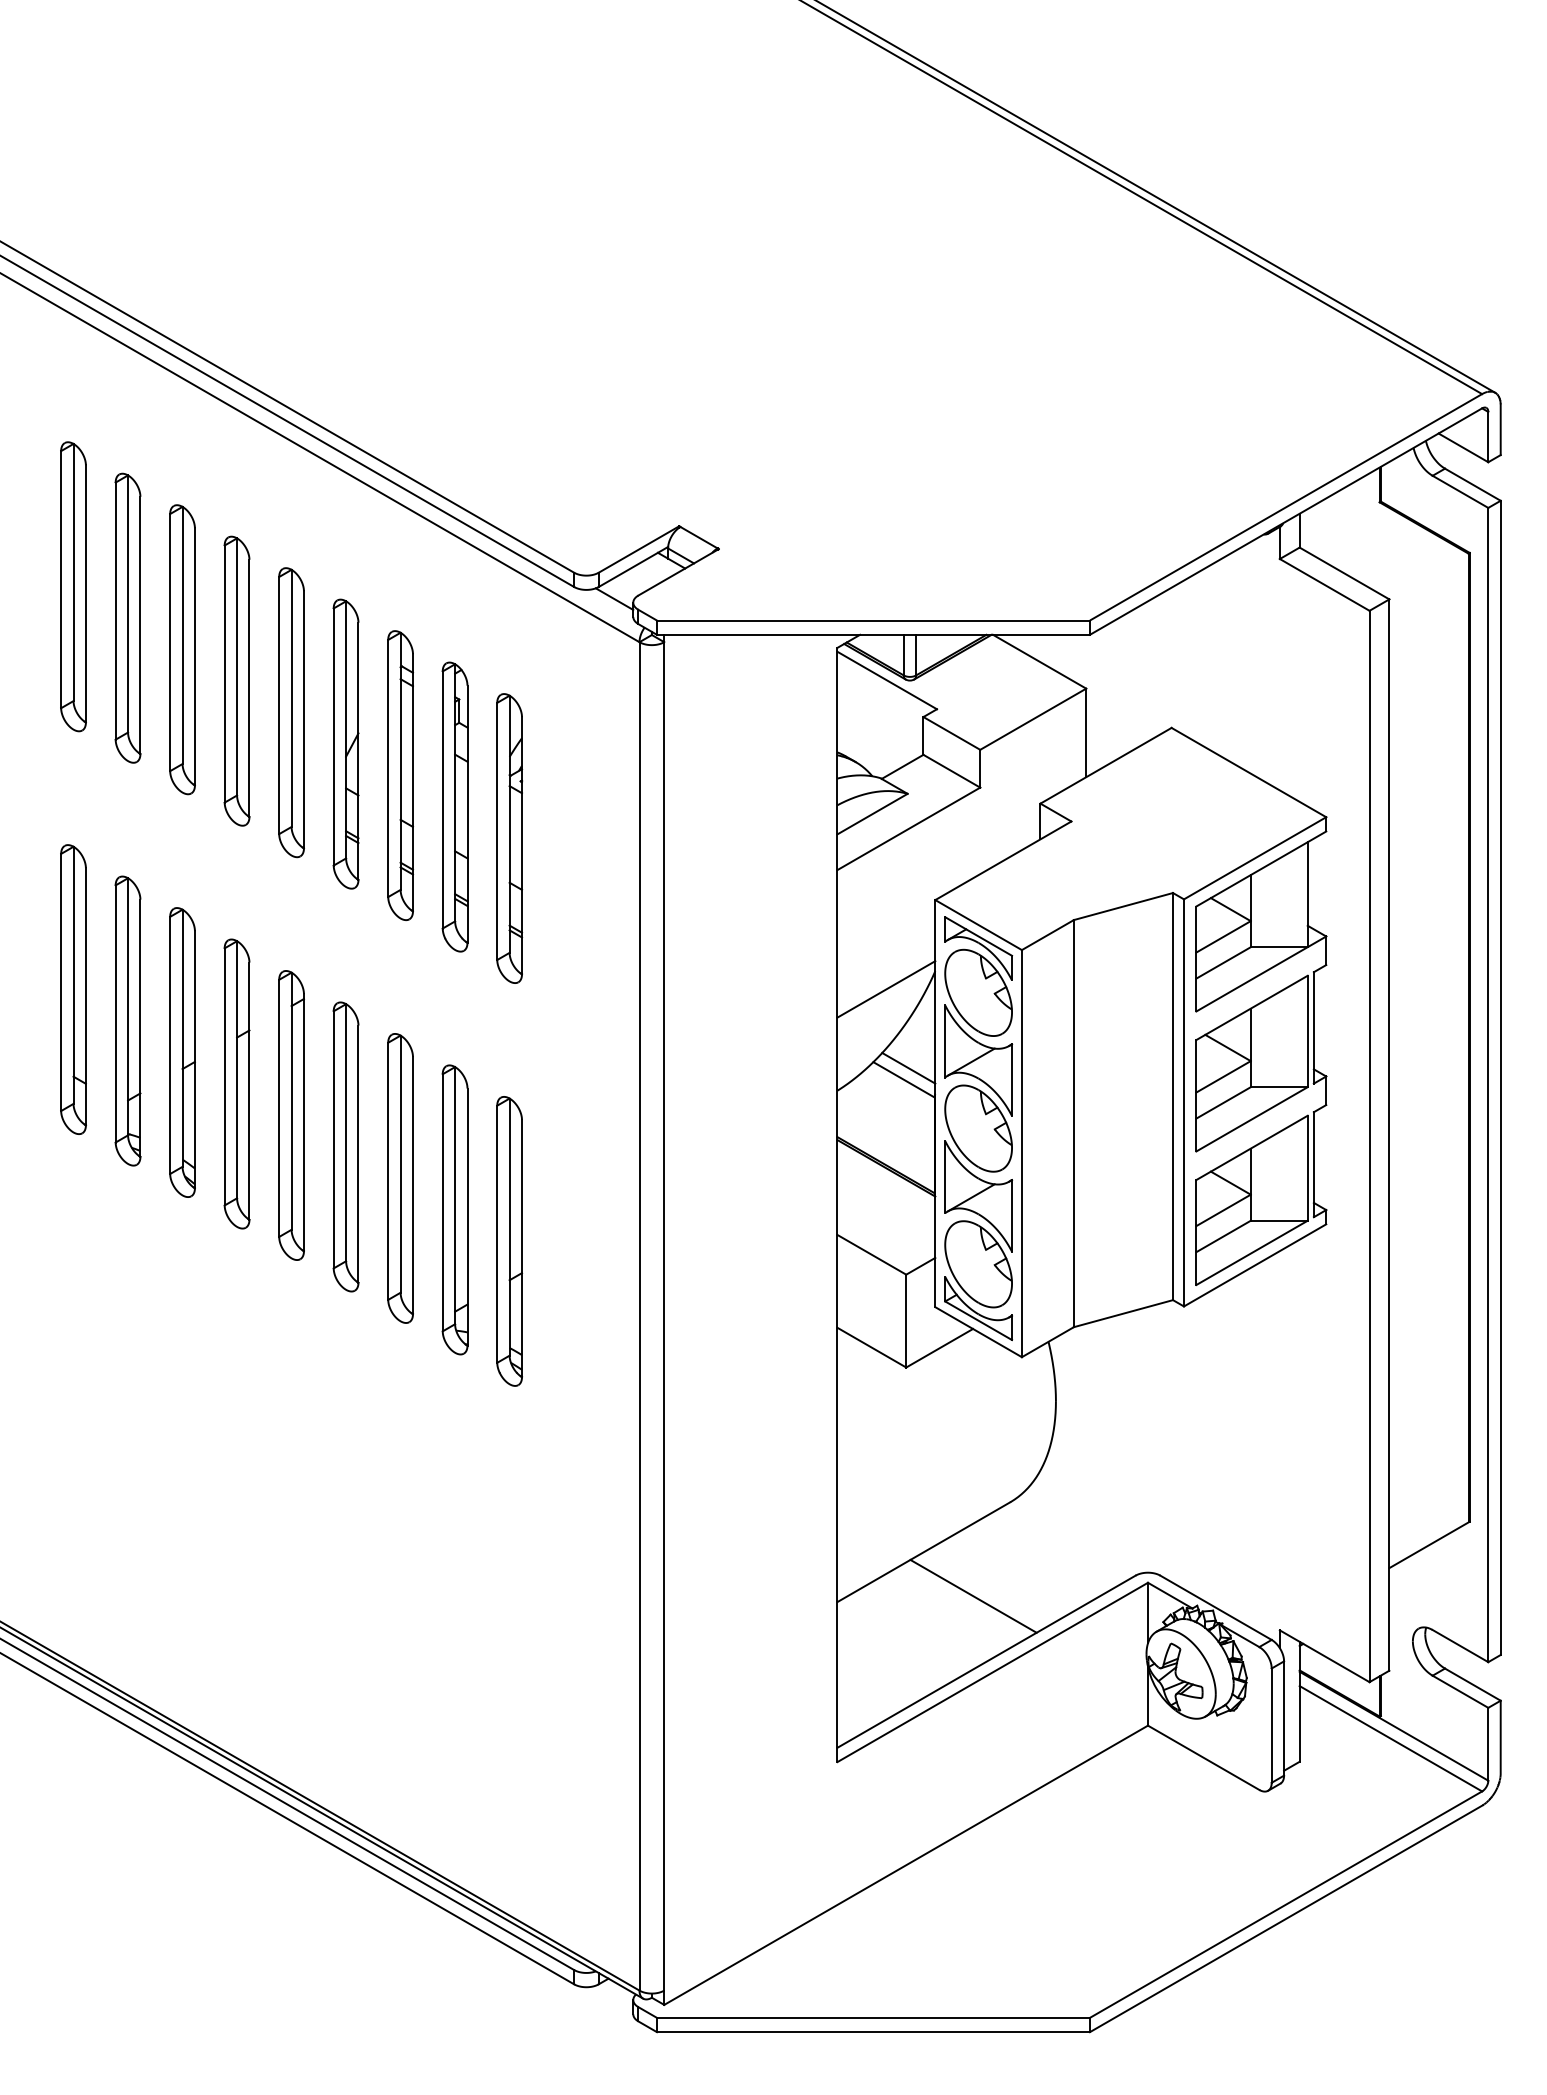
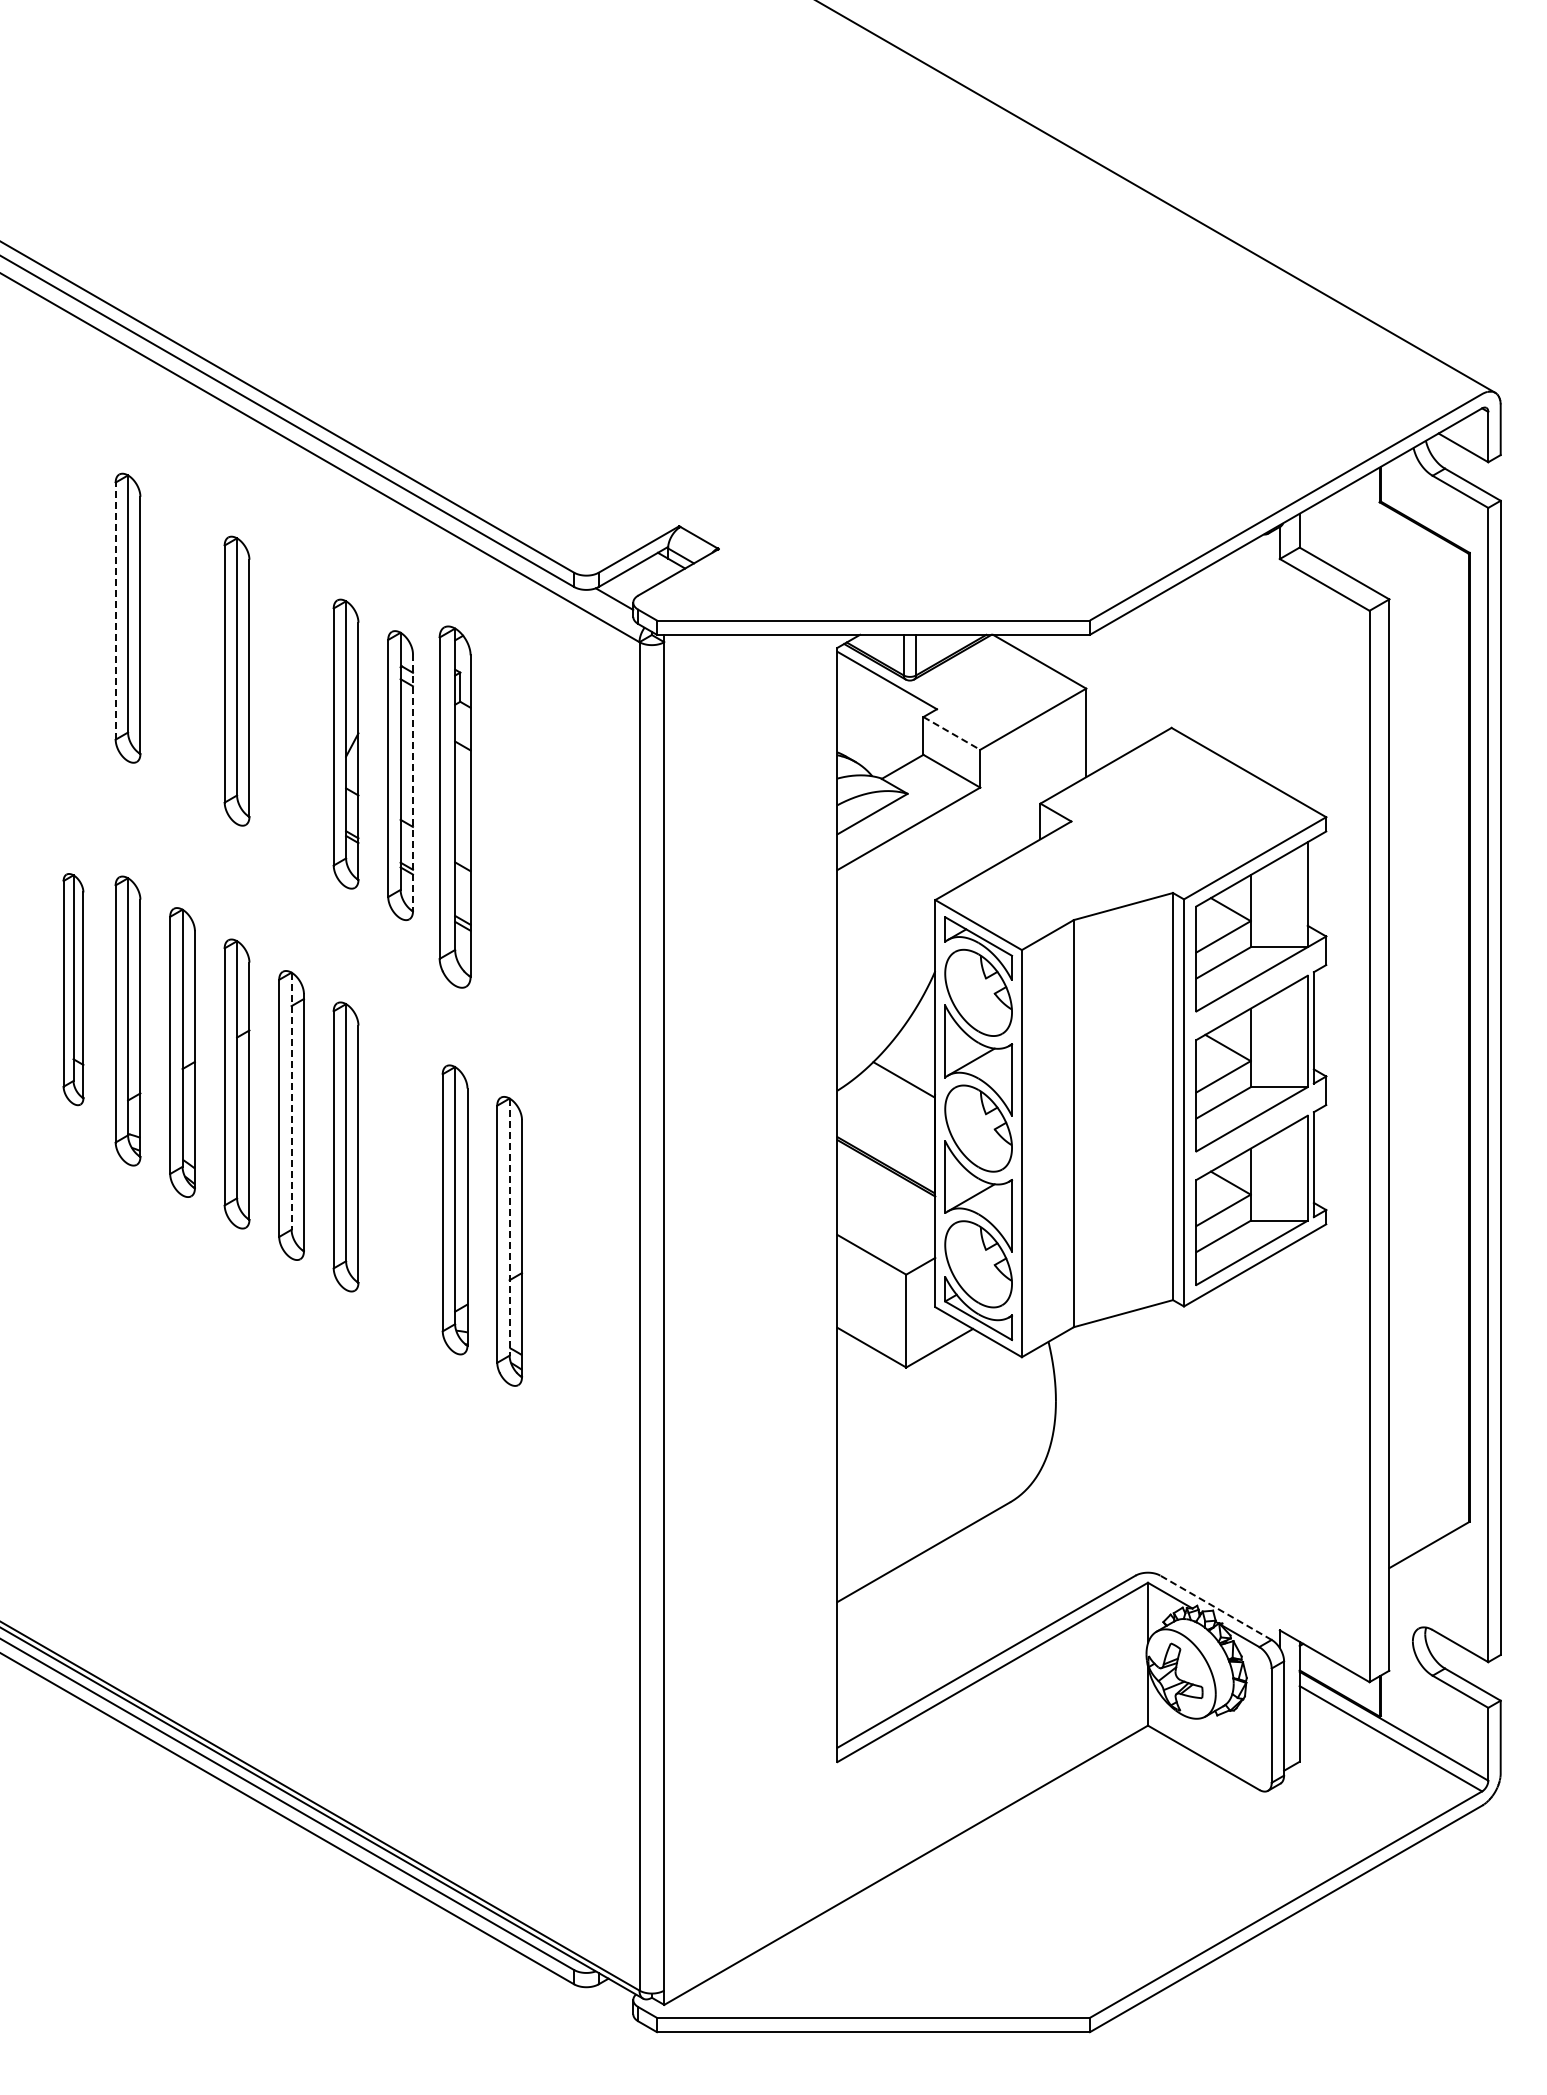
line at (1142, 198): present -> none
part at (73, 586): present -> none
line at (115, 611): solid -> dashed
part at (182, 649): present -> none
part at (291, 712): present -> none
line at (951, 733): solid -> dashed
line at (412, 782): solid -> dashed
part at (454, 806) size: 28x292 px -> 34x364 px
part at (509, 838): present -> none
part at (73, 989) size: 27x291 px -> 23x234 px
line at (886, 989): present -> none
line at (908, 1067): present -> none
line at (291, 1101): solid -> dashed
part at (400, 1178): present -> none
line at (509, 1227): solid -> dashed
line at (973, 1595): present -> none
line at (1215, 1607): solid -> dashed
